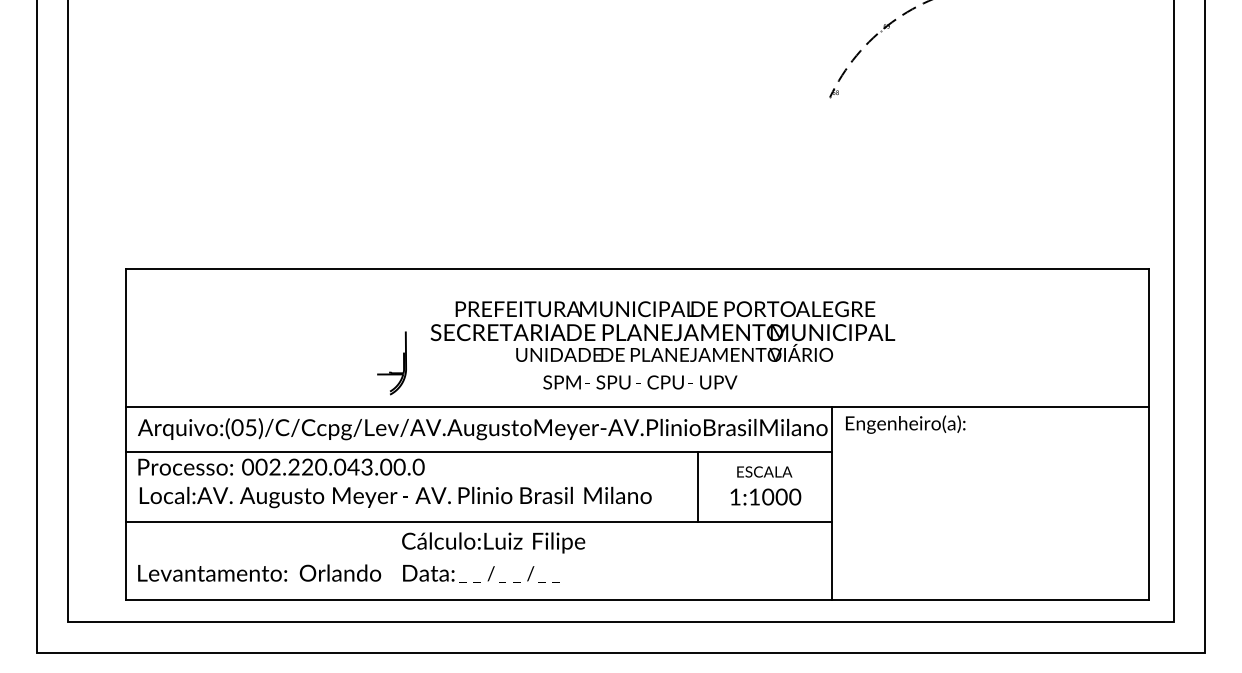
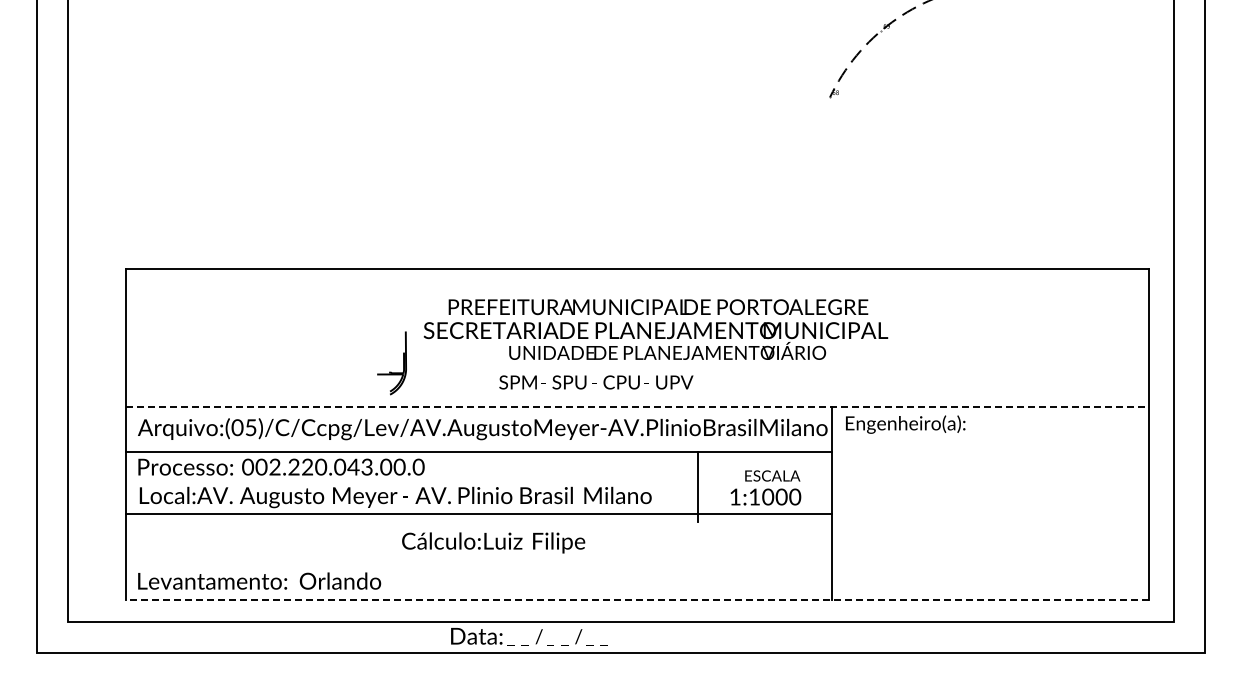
text at (662, 331) position: (662, 331) -> (655, 329)
text at (640, 382) position: (640, 382) -> (596, 382)
line at (637, 407): solid -> dashed
text at (764, 471) position: (764, 471) -> (772, 475)
line at (479, 521) position: (479, 521) -> (479, 513)
text at (259, 572) position: (259, 572) -> (259, 580)
text at (481, 573) position: (481, 573) -> (529, 636)
line at (636, 600): solid -> dashed
